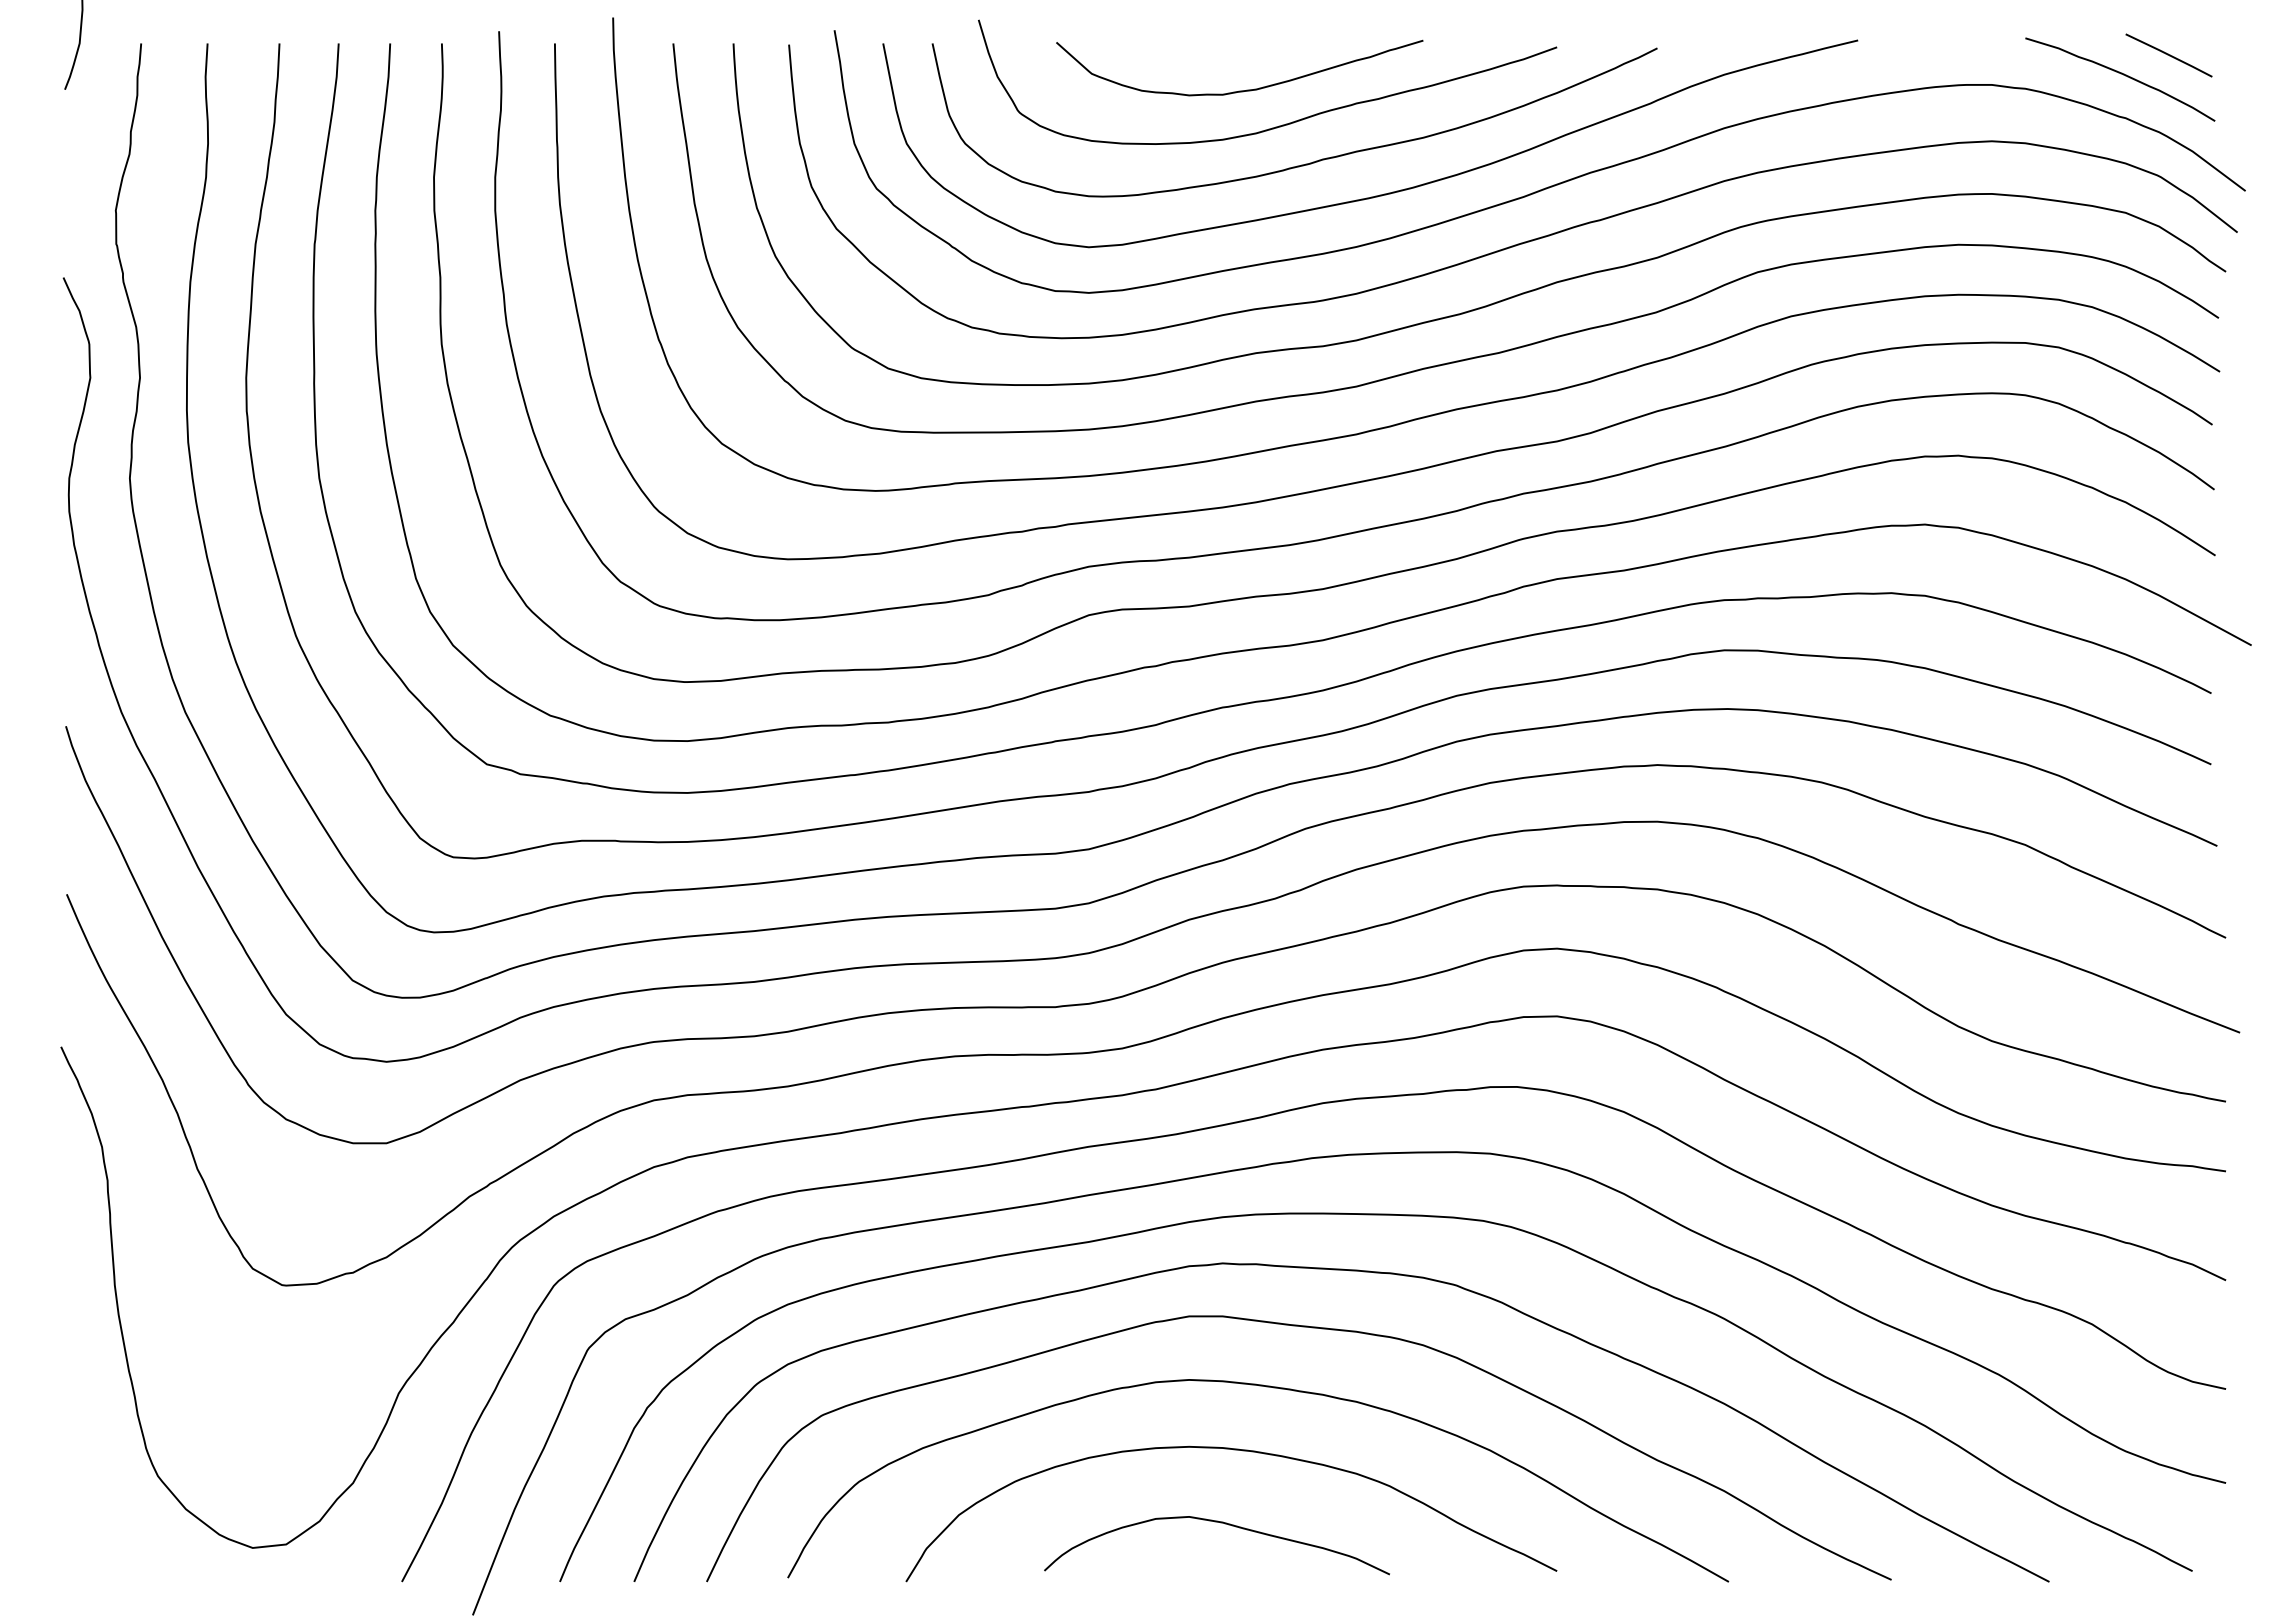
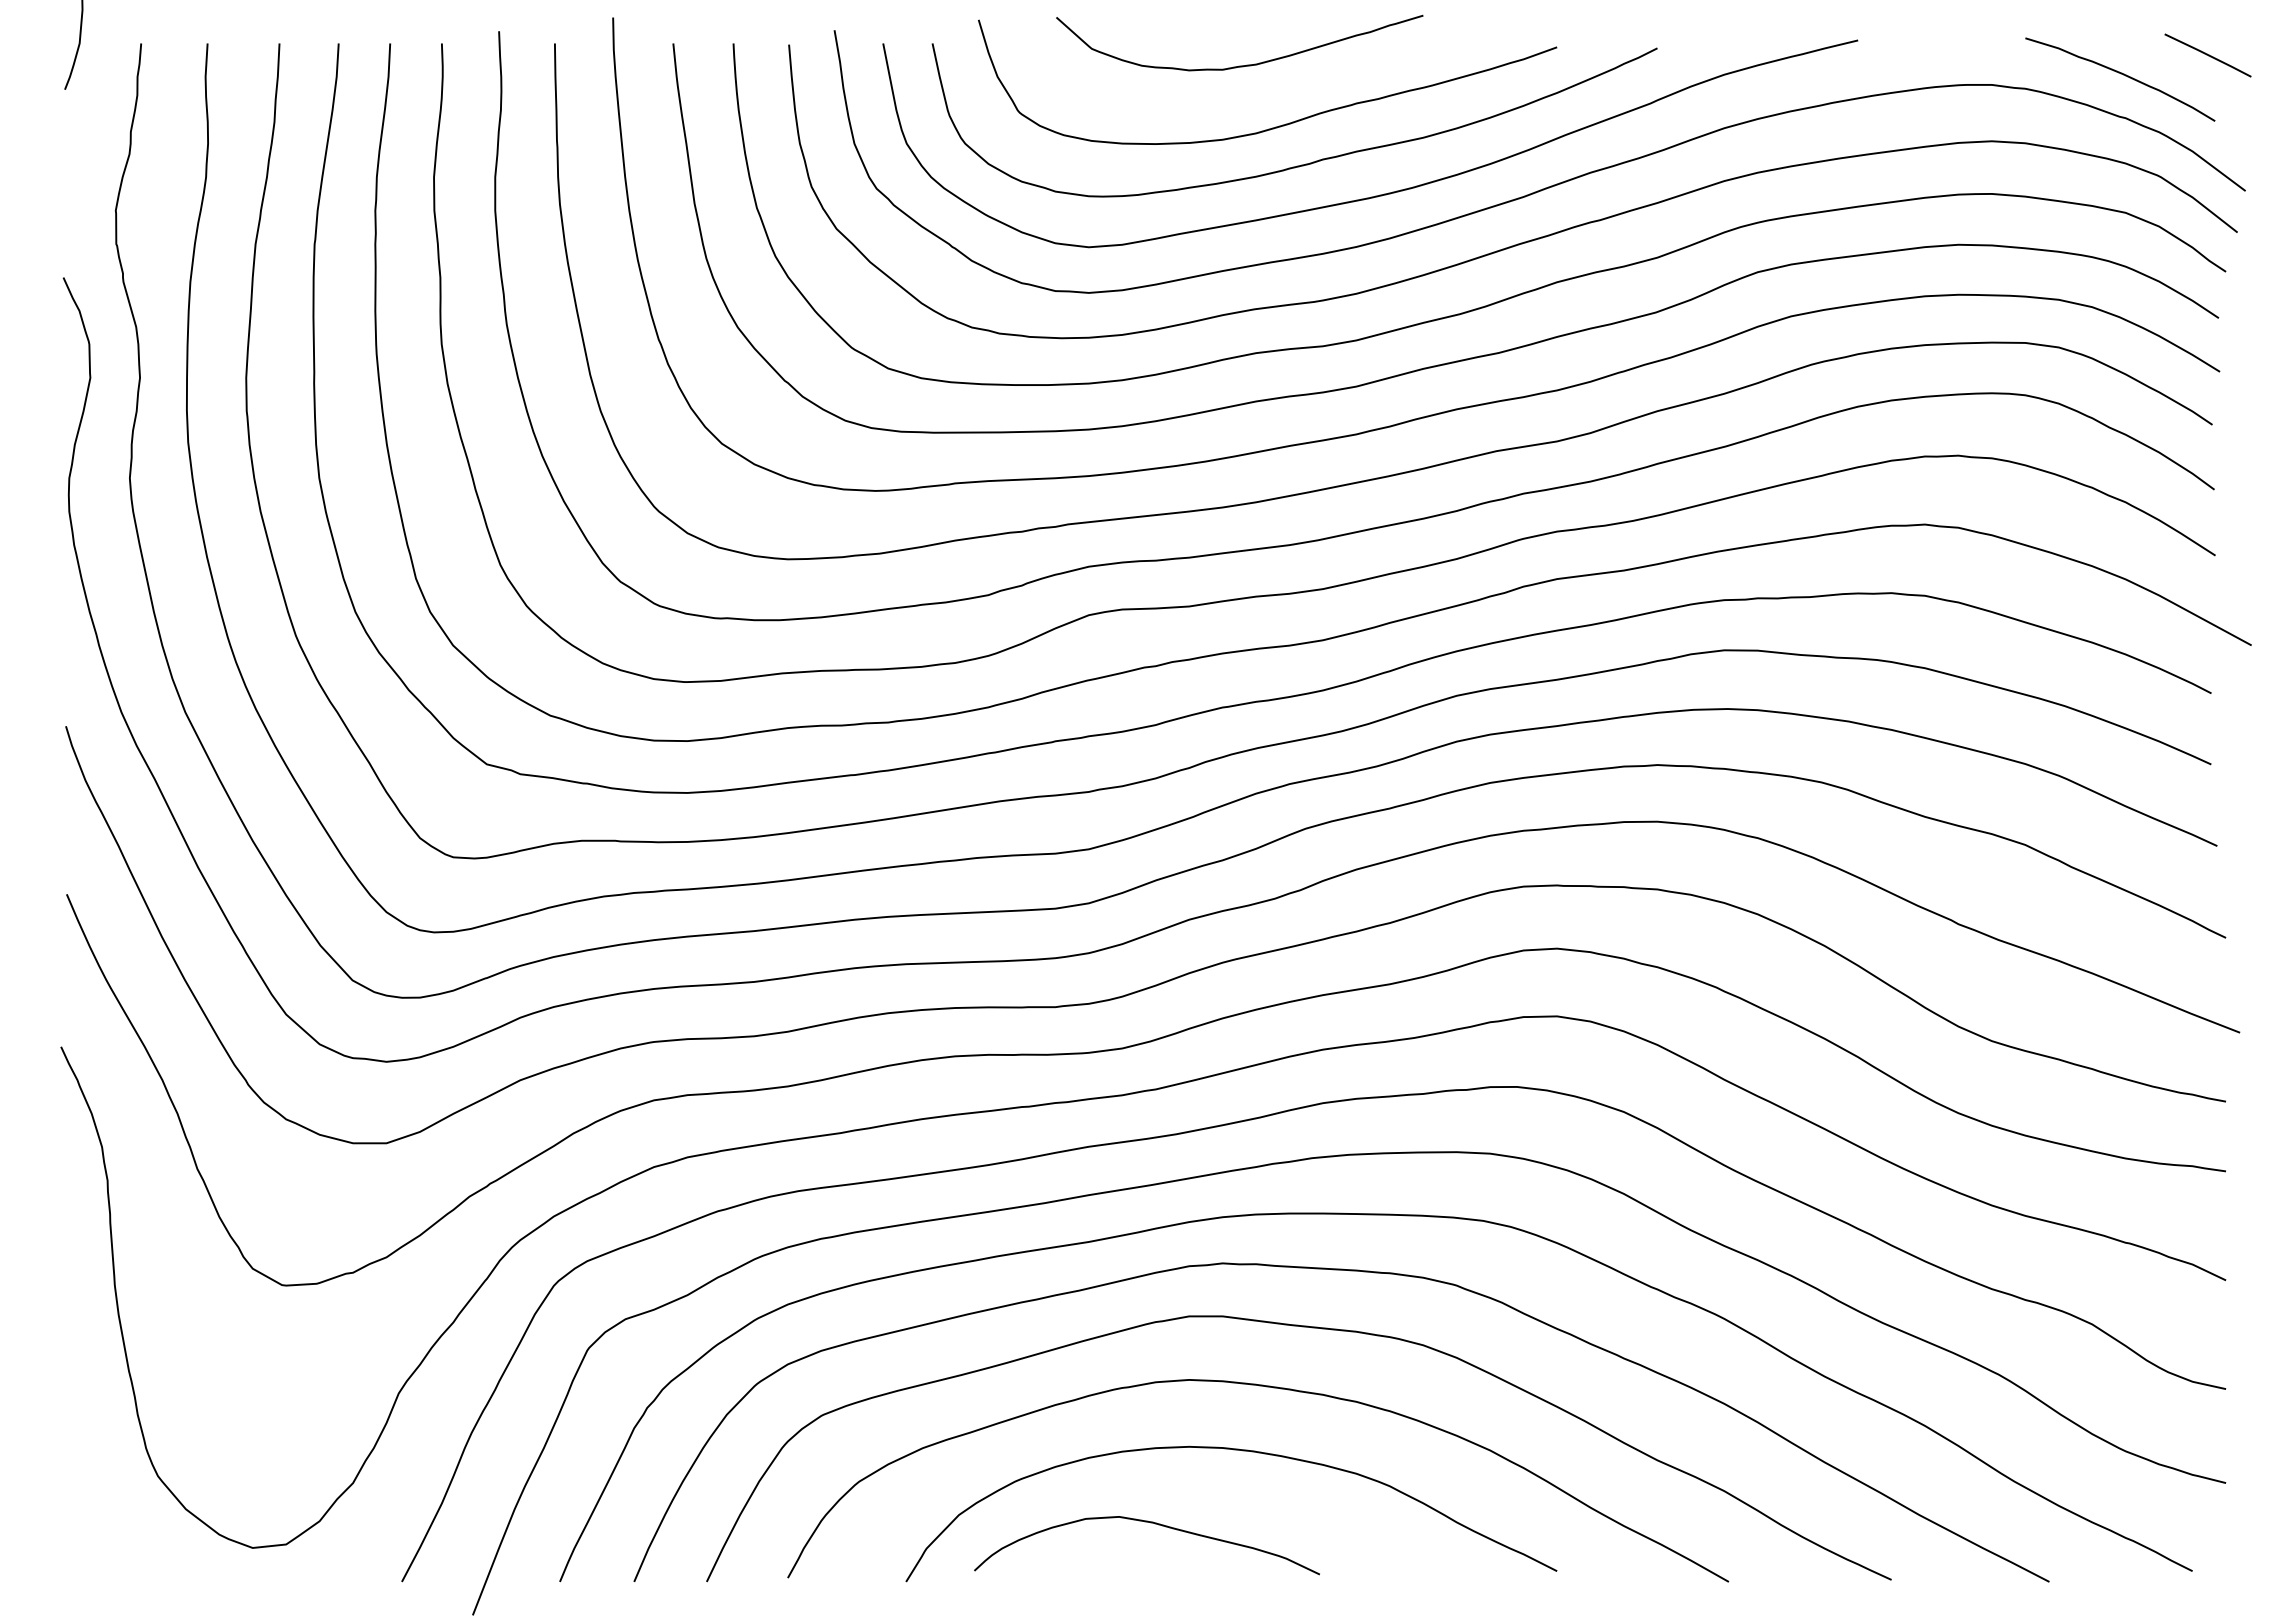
line at (2168, 55) position: (2168, 55) -> (2207, 55)
curve at (1239, 90) position: (1239, 90) -> (1239, 65)
curve at (1220, 1523) position: (1220, 1523) -> (1150, 1523)
